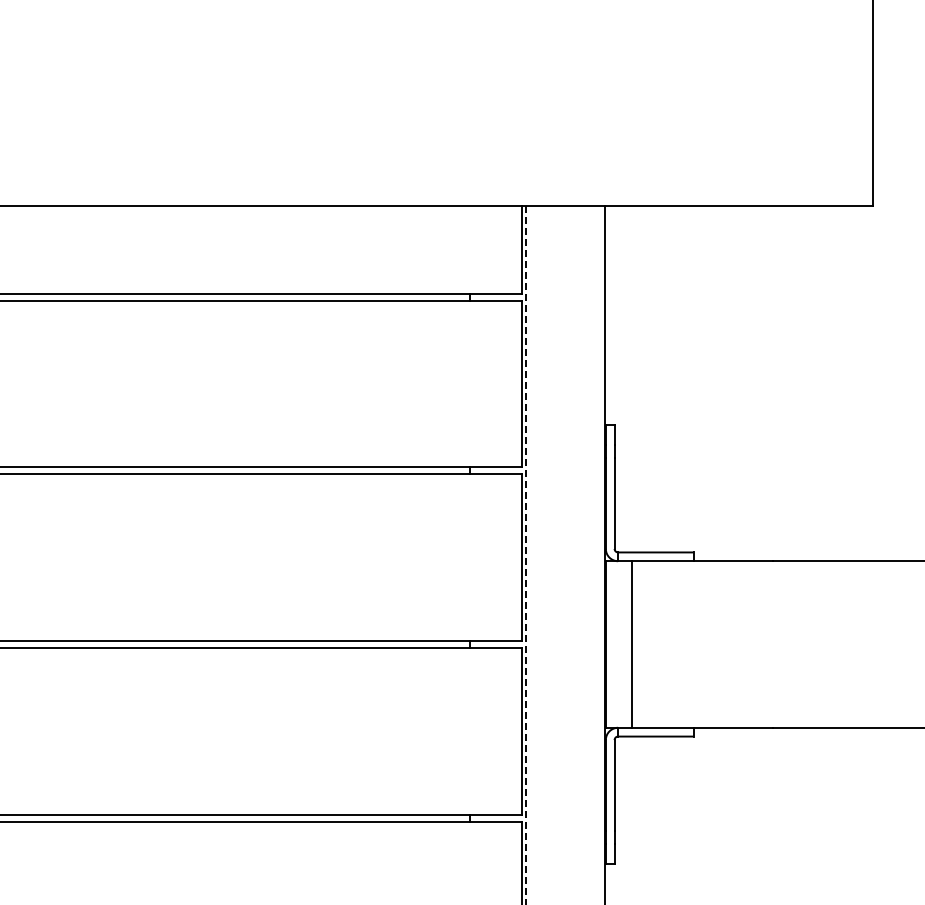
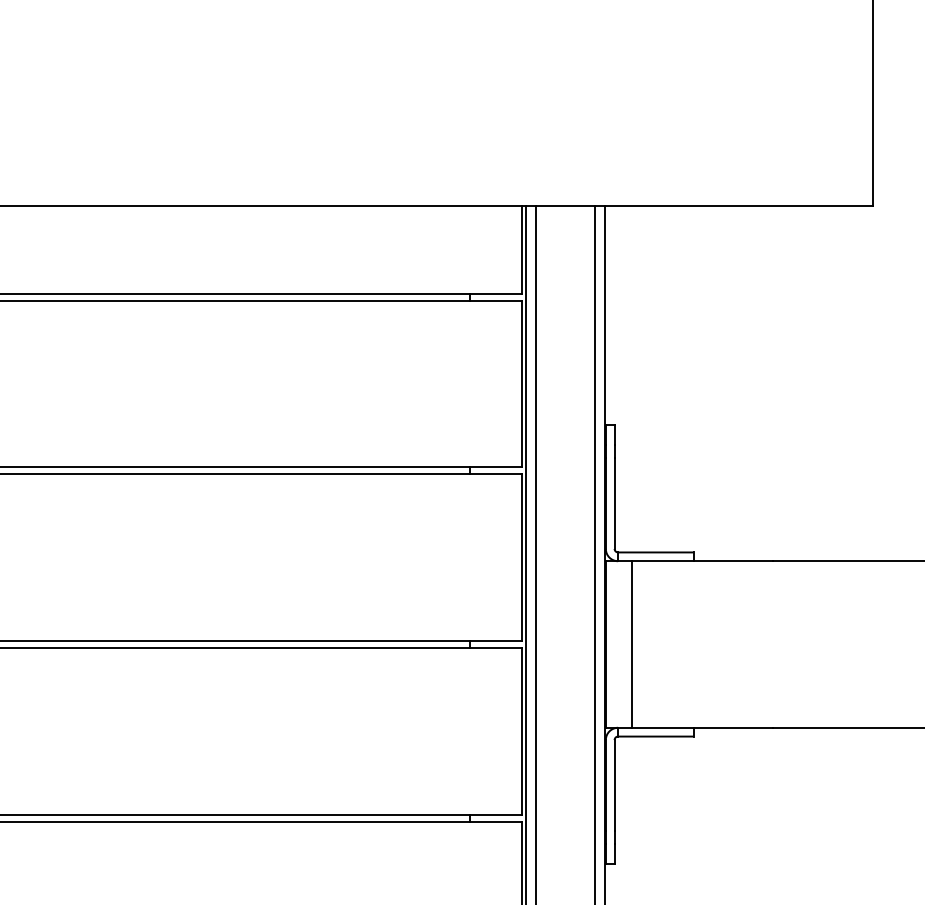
line at (535, 553): none -> present
line at (595, 553): none -> present
line at (526, 556): dashed -> solid
